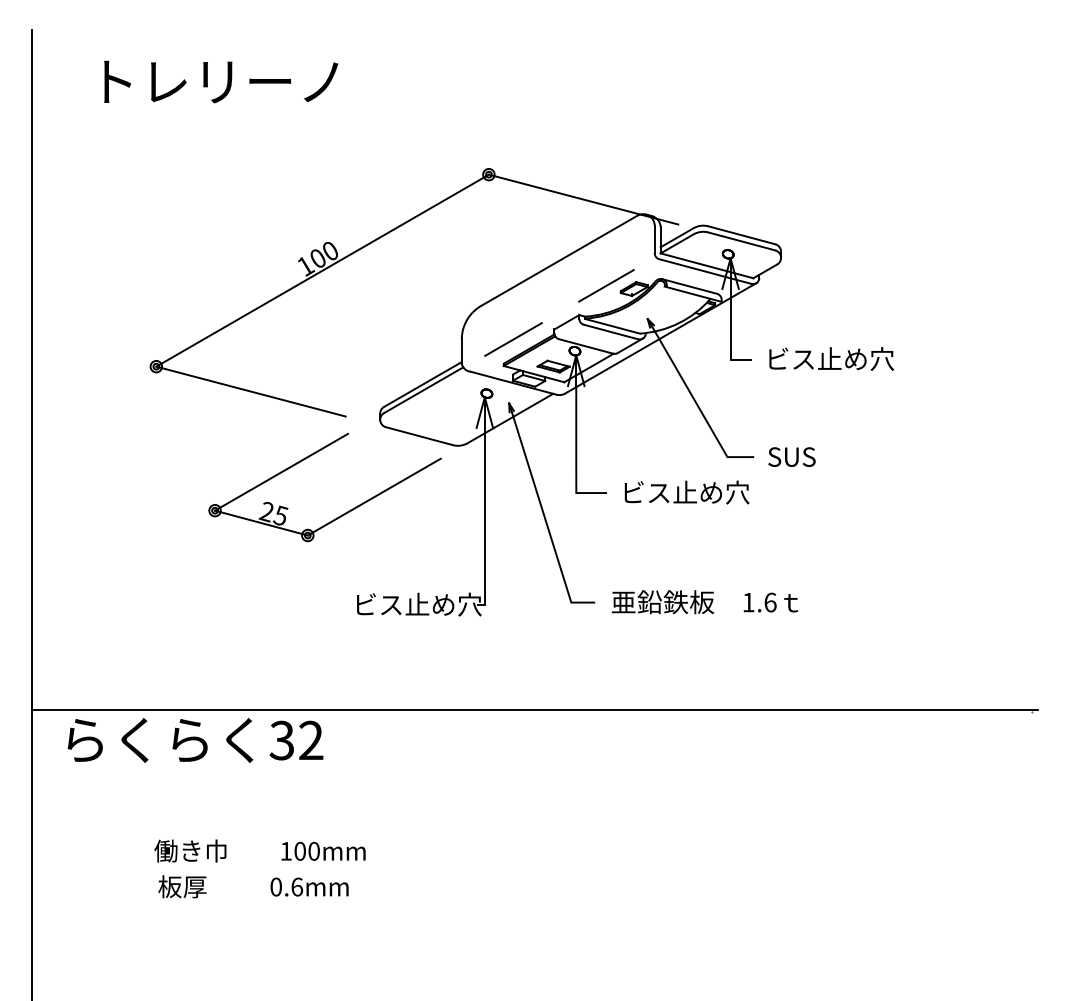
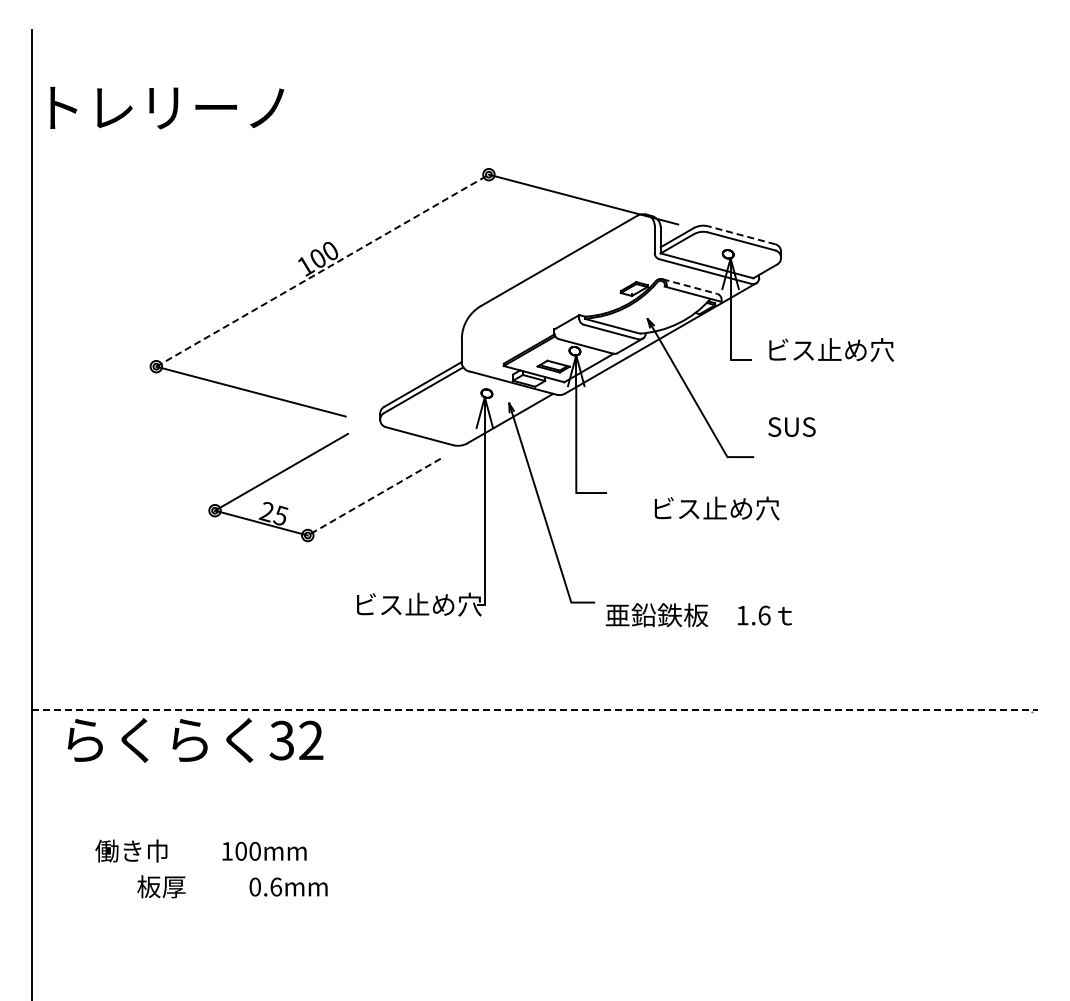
text at (221, 81) position: (221, 81) -> (167, 107)
line at (741, 235): solid -> dashed
line at (323, 270): solid -> dashed
line at (606, 285): present -> none
line at (690, 286): solid -> dashed
line at (513, 339): present -> none
text at (831, 358) position: (831, 358) -> (831, 349)
text at (791, 456) position: (791, 456) -> (791, 426)
text at (686, 492) position: (686, 492) -> (716, 508)
line at (374, 497): solid -> dashed
text at (704, 602) position: (704, 602) -> (698, 615)
line at (535, 709): solid -> dashed
text at (259, 850) position: (259, 850) -> (200, 850)
text at (253, 886) position: (253, 886) -> (232, 886)
